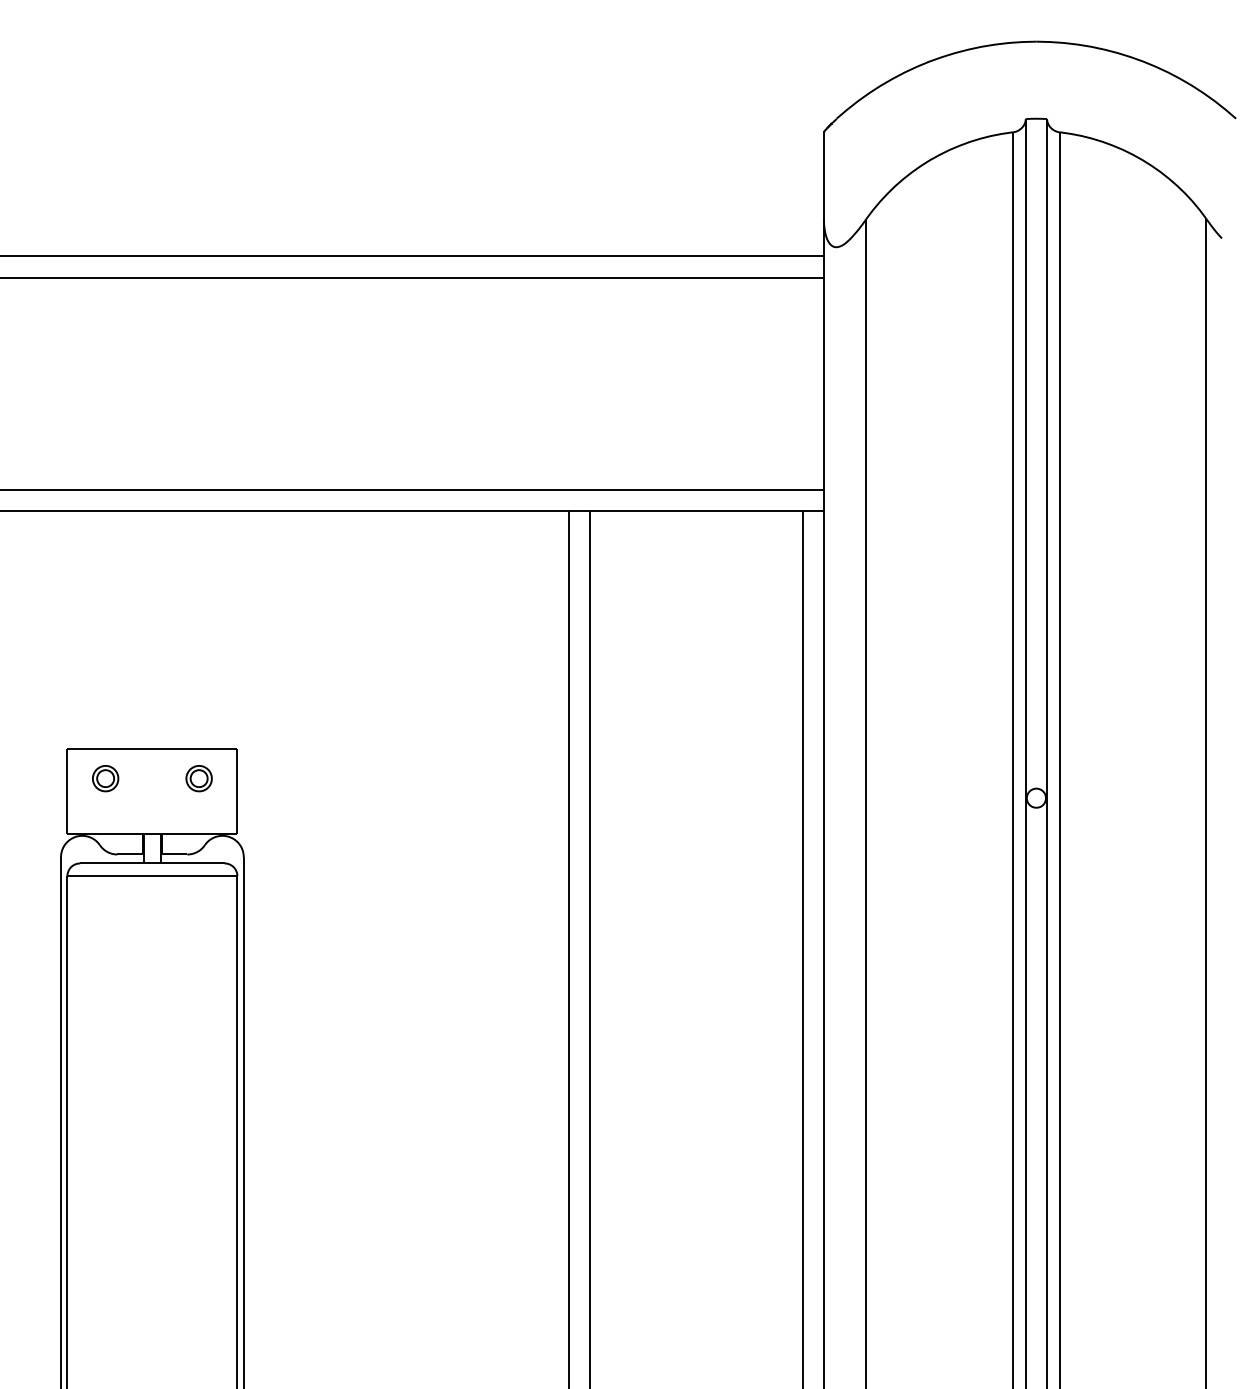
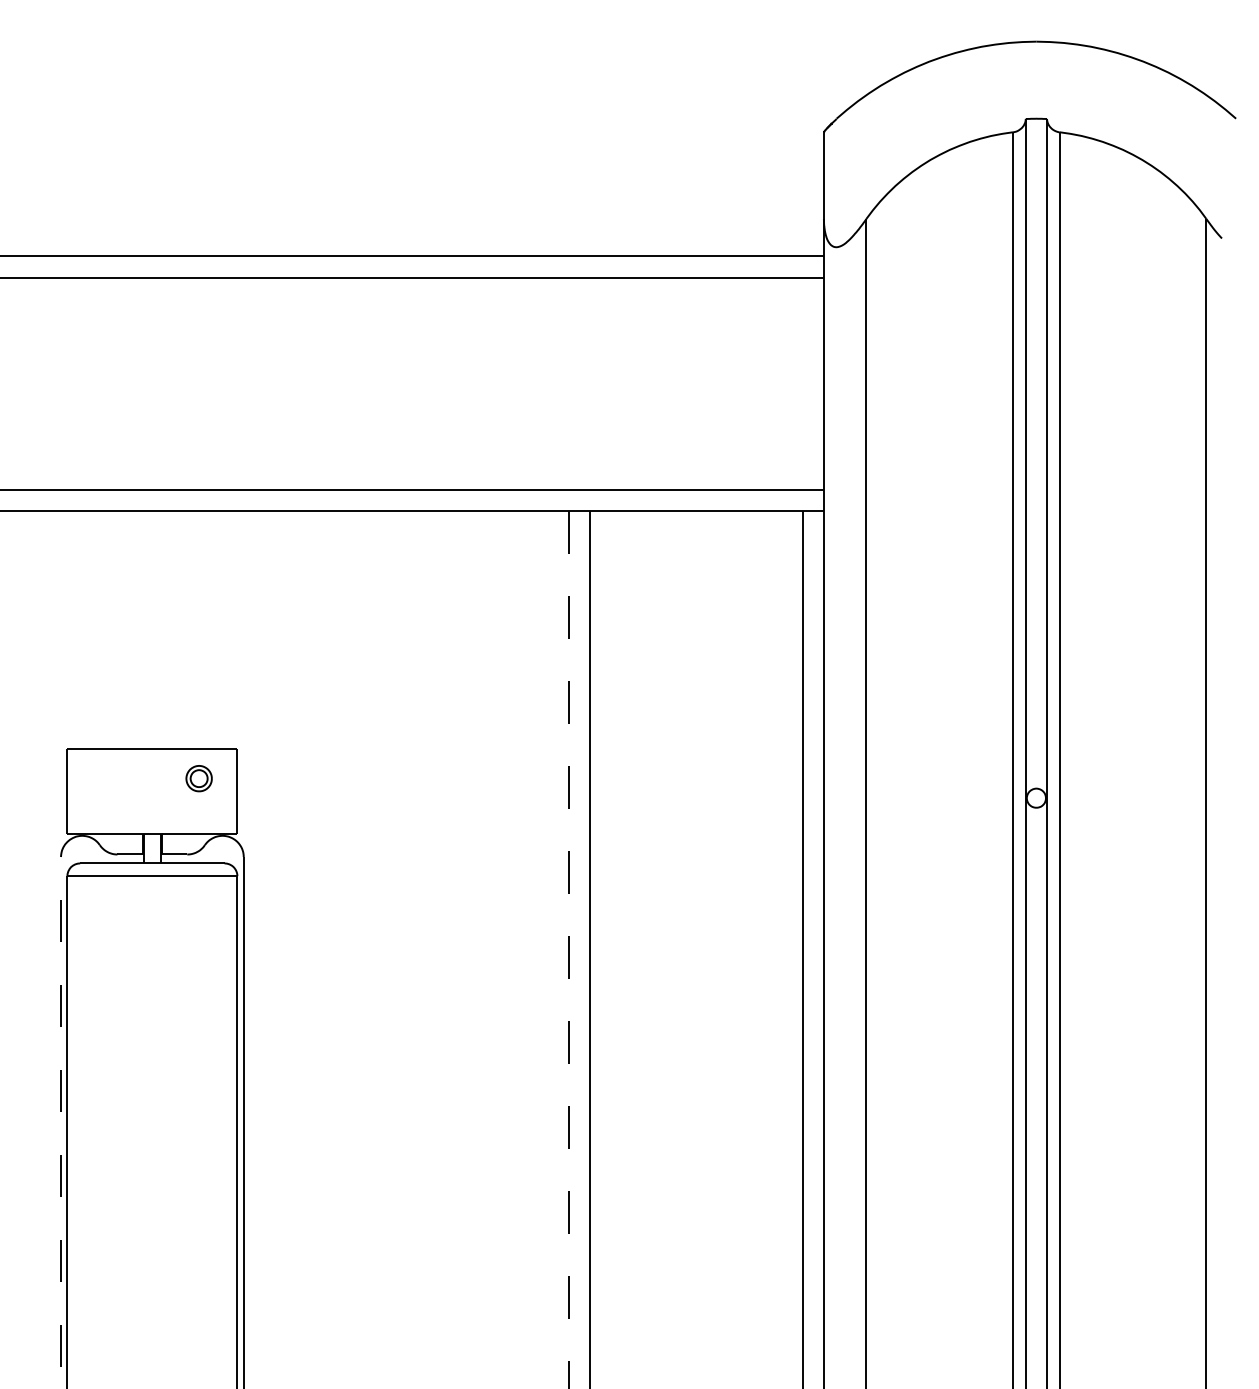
part at (105, 778): present -> none
line at (568, 949): solid -> dashed
line at (60, 1122): solid -> dashed
